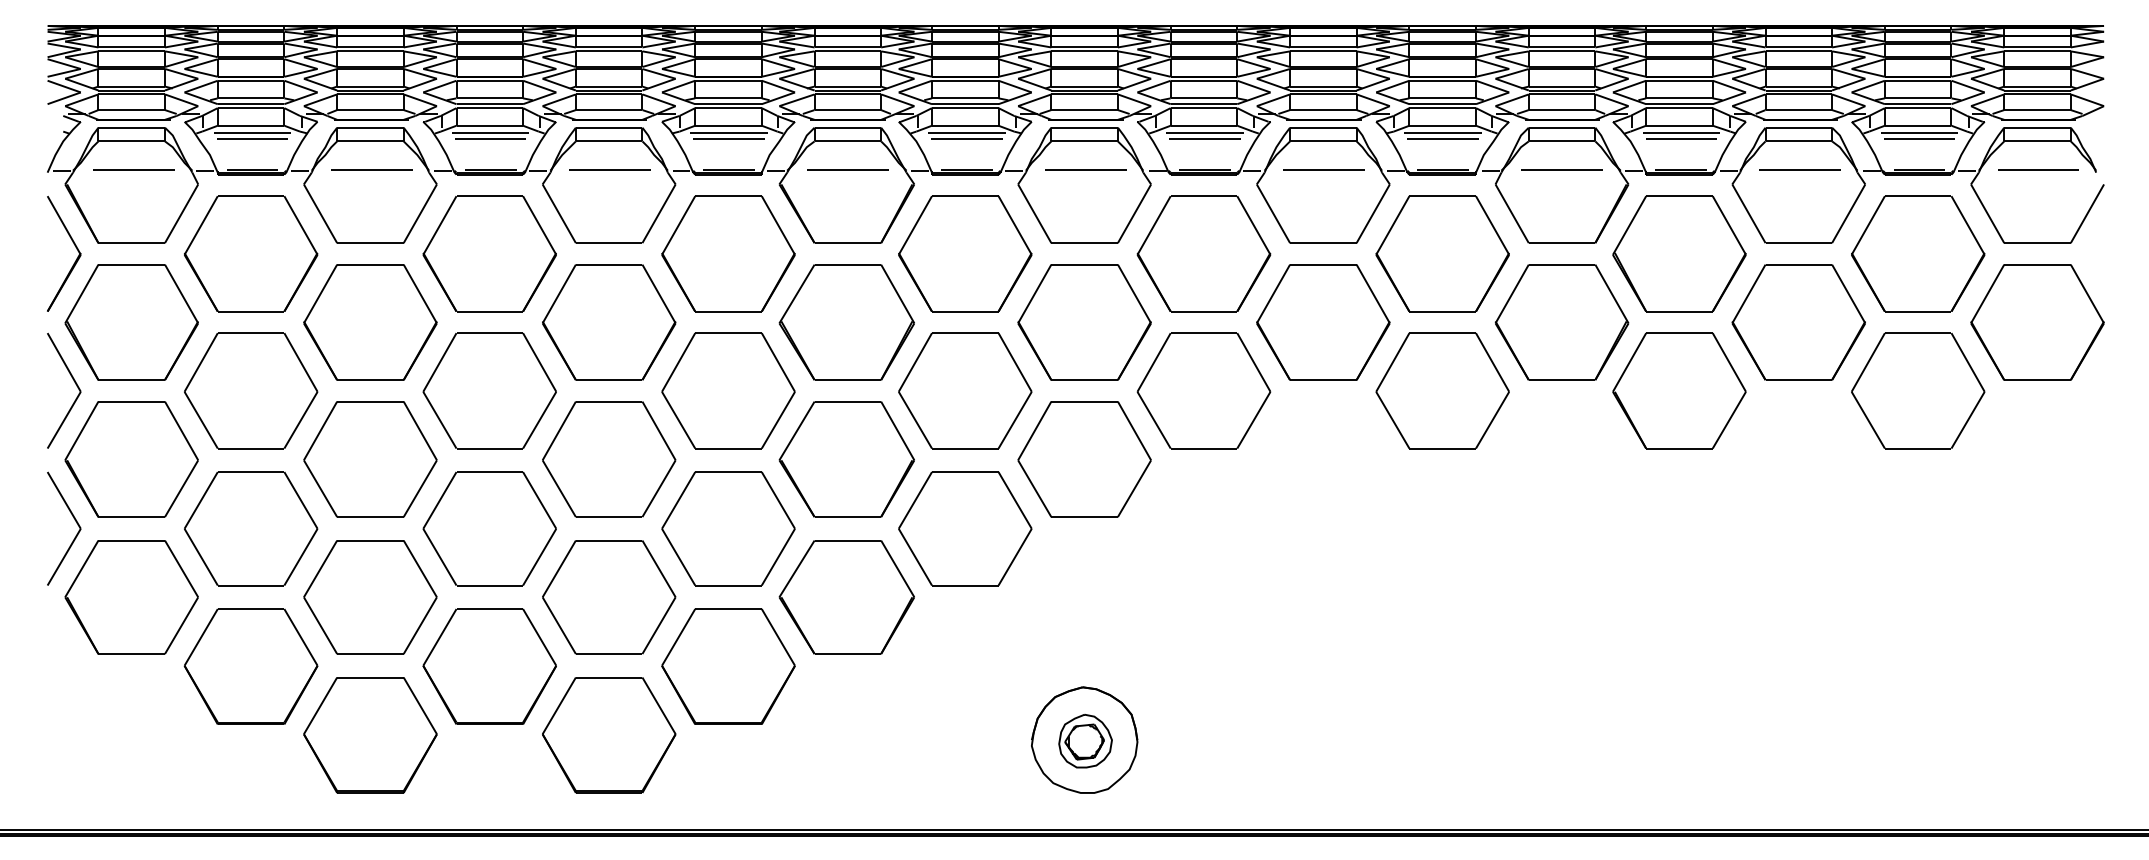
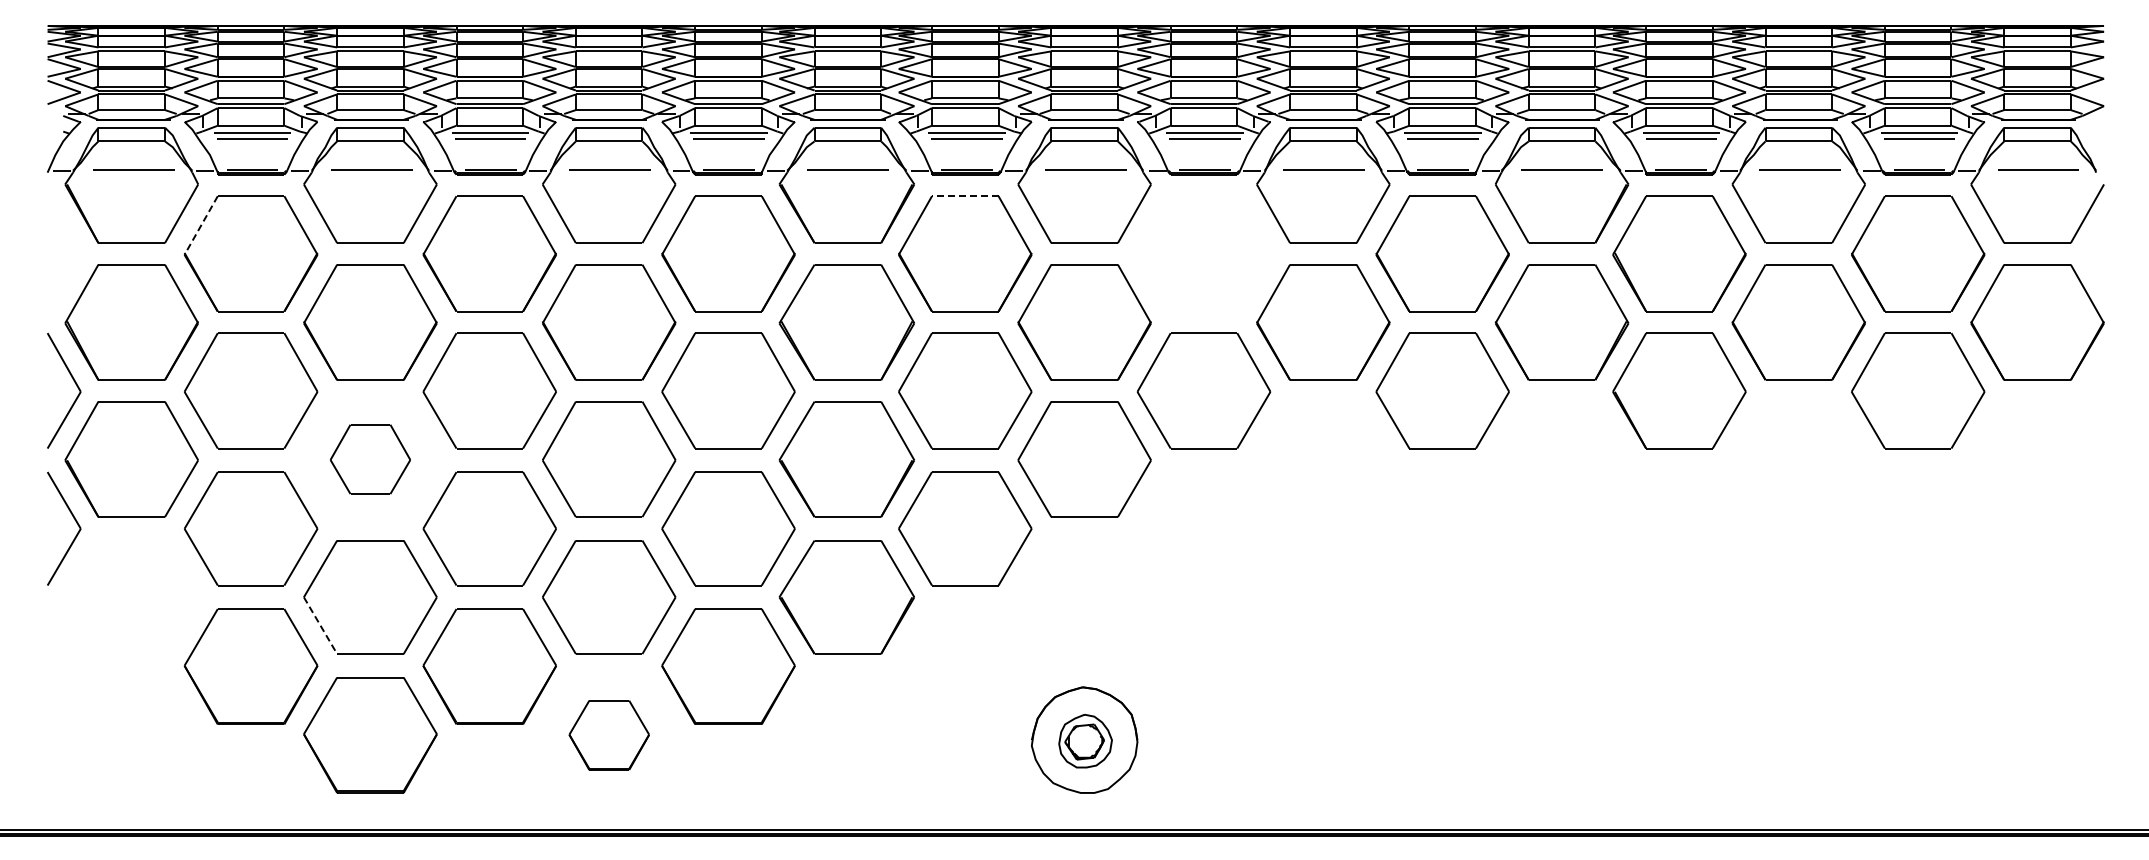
line at (964, 196): solid -> dashed
line at (201, 225): solid -> dashed
part at (75, 247): present -> none
part at (1203, 253): present -> none
part at (370, 459) size: 135x117 px -> 81x71 px
part at (131, 597): present -> none
line at (320, 625): solid -> dashed
part at (609, 735) size: 135x117 px -> 82x71 px
